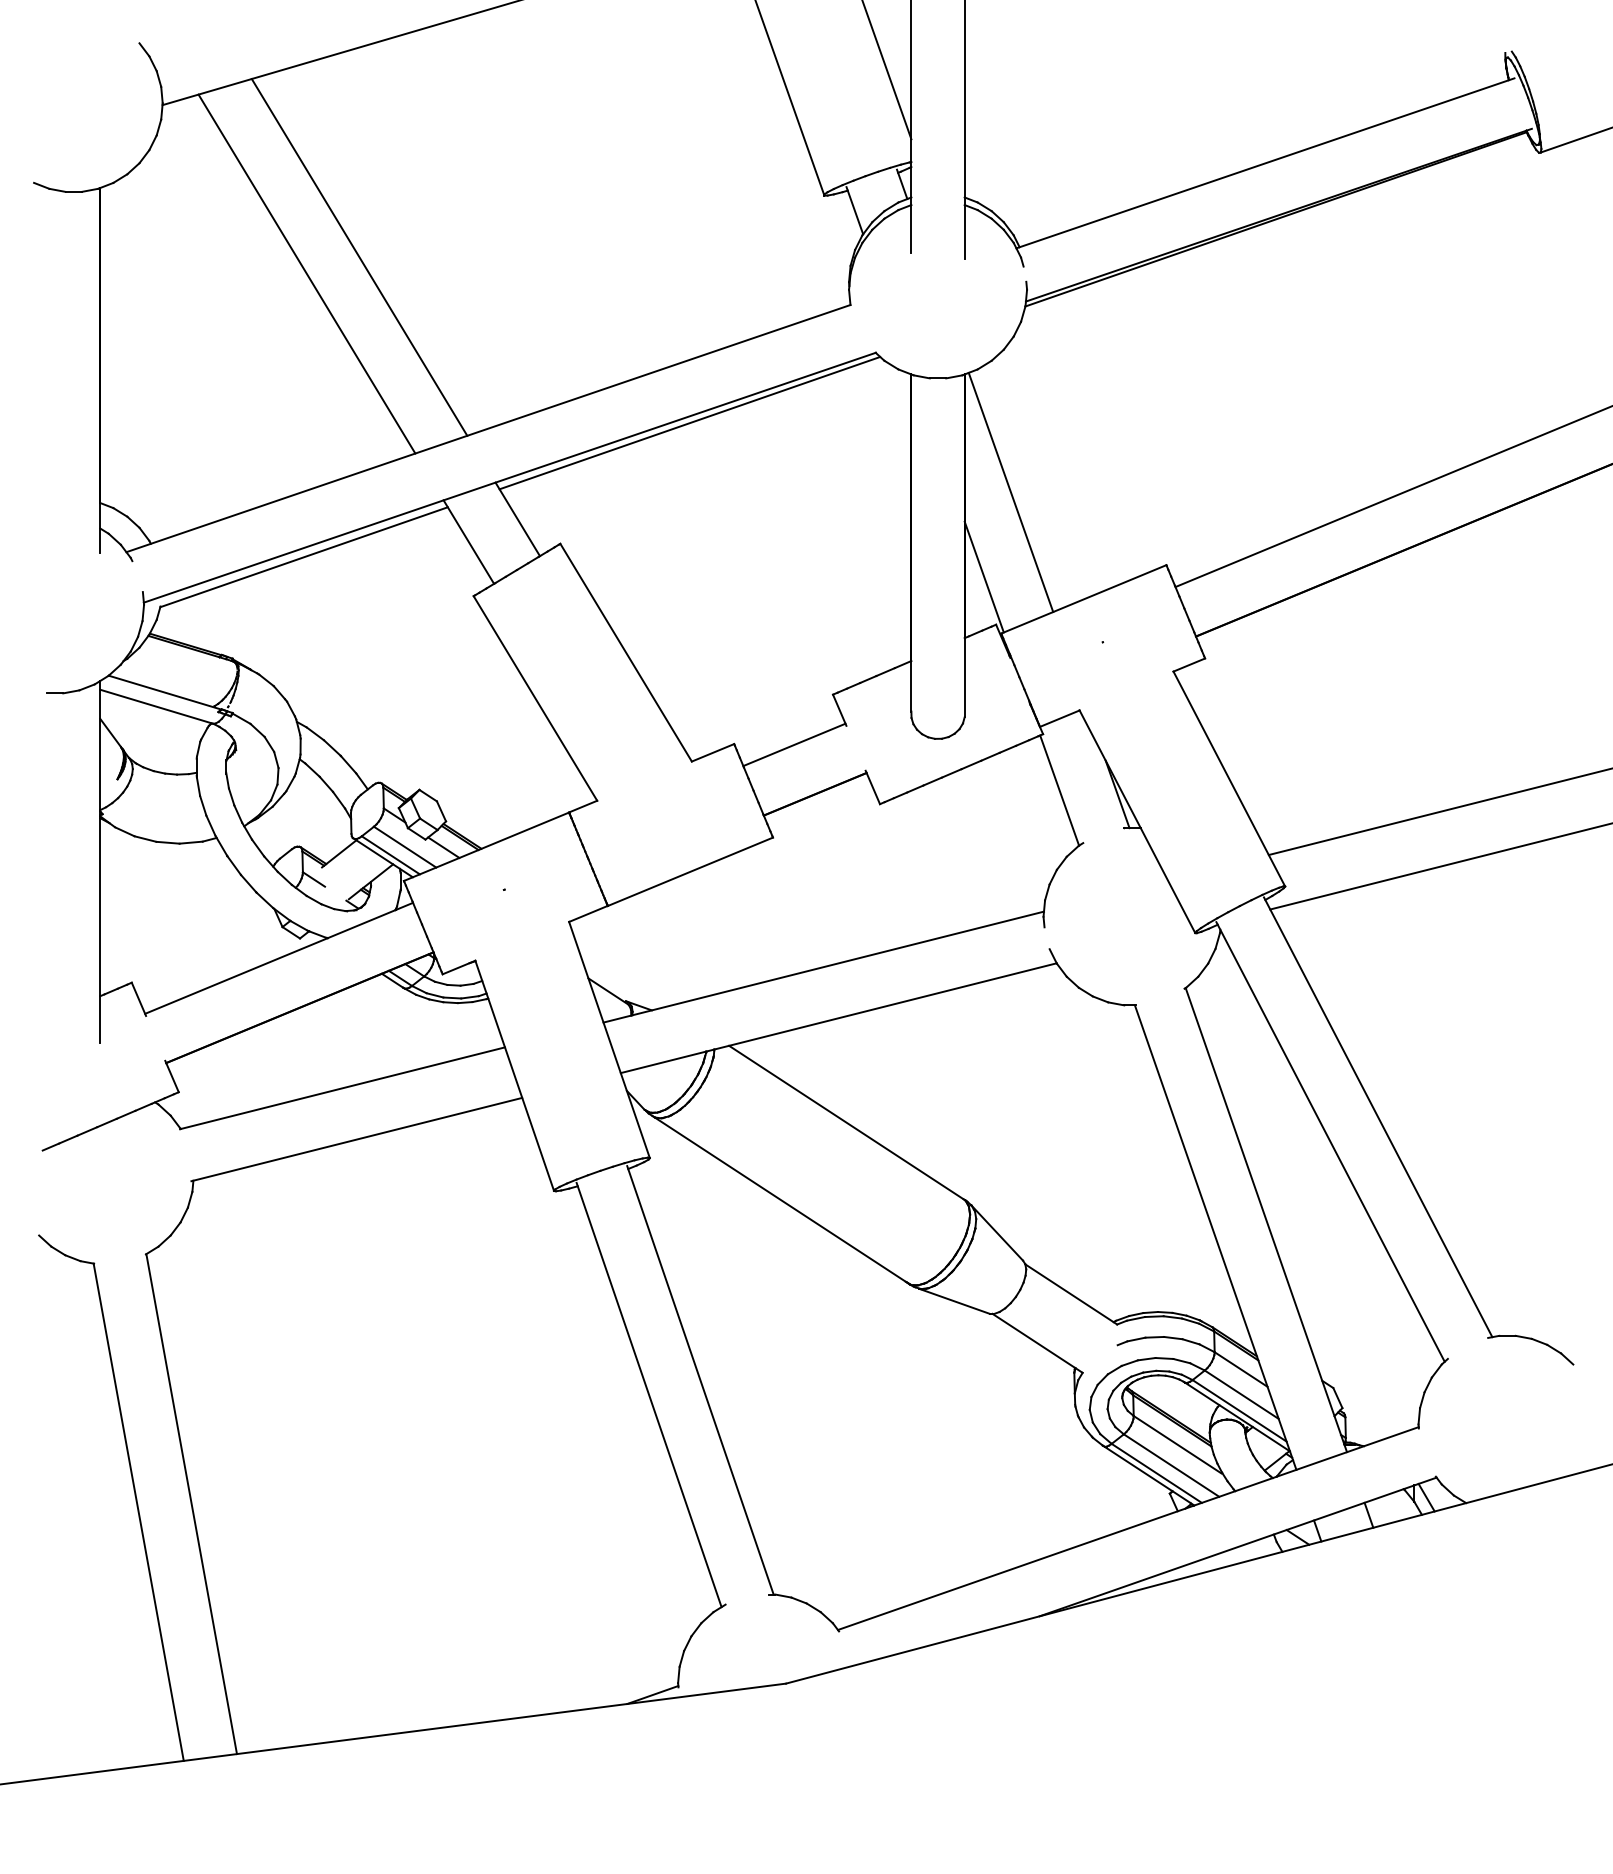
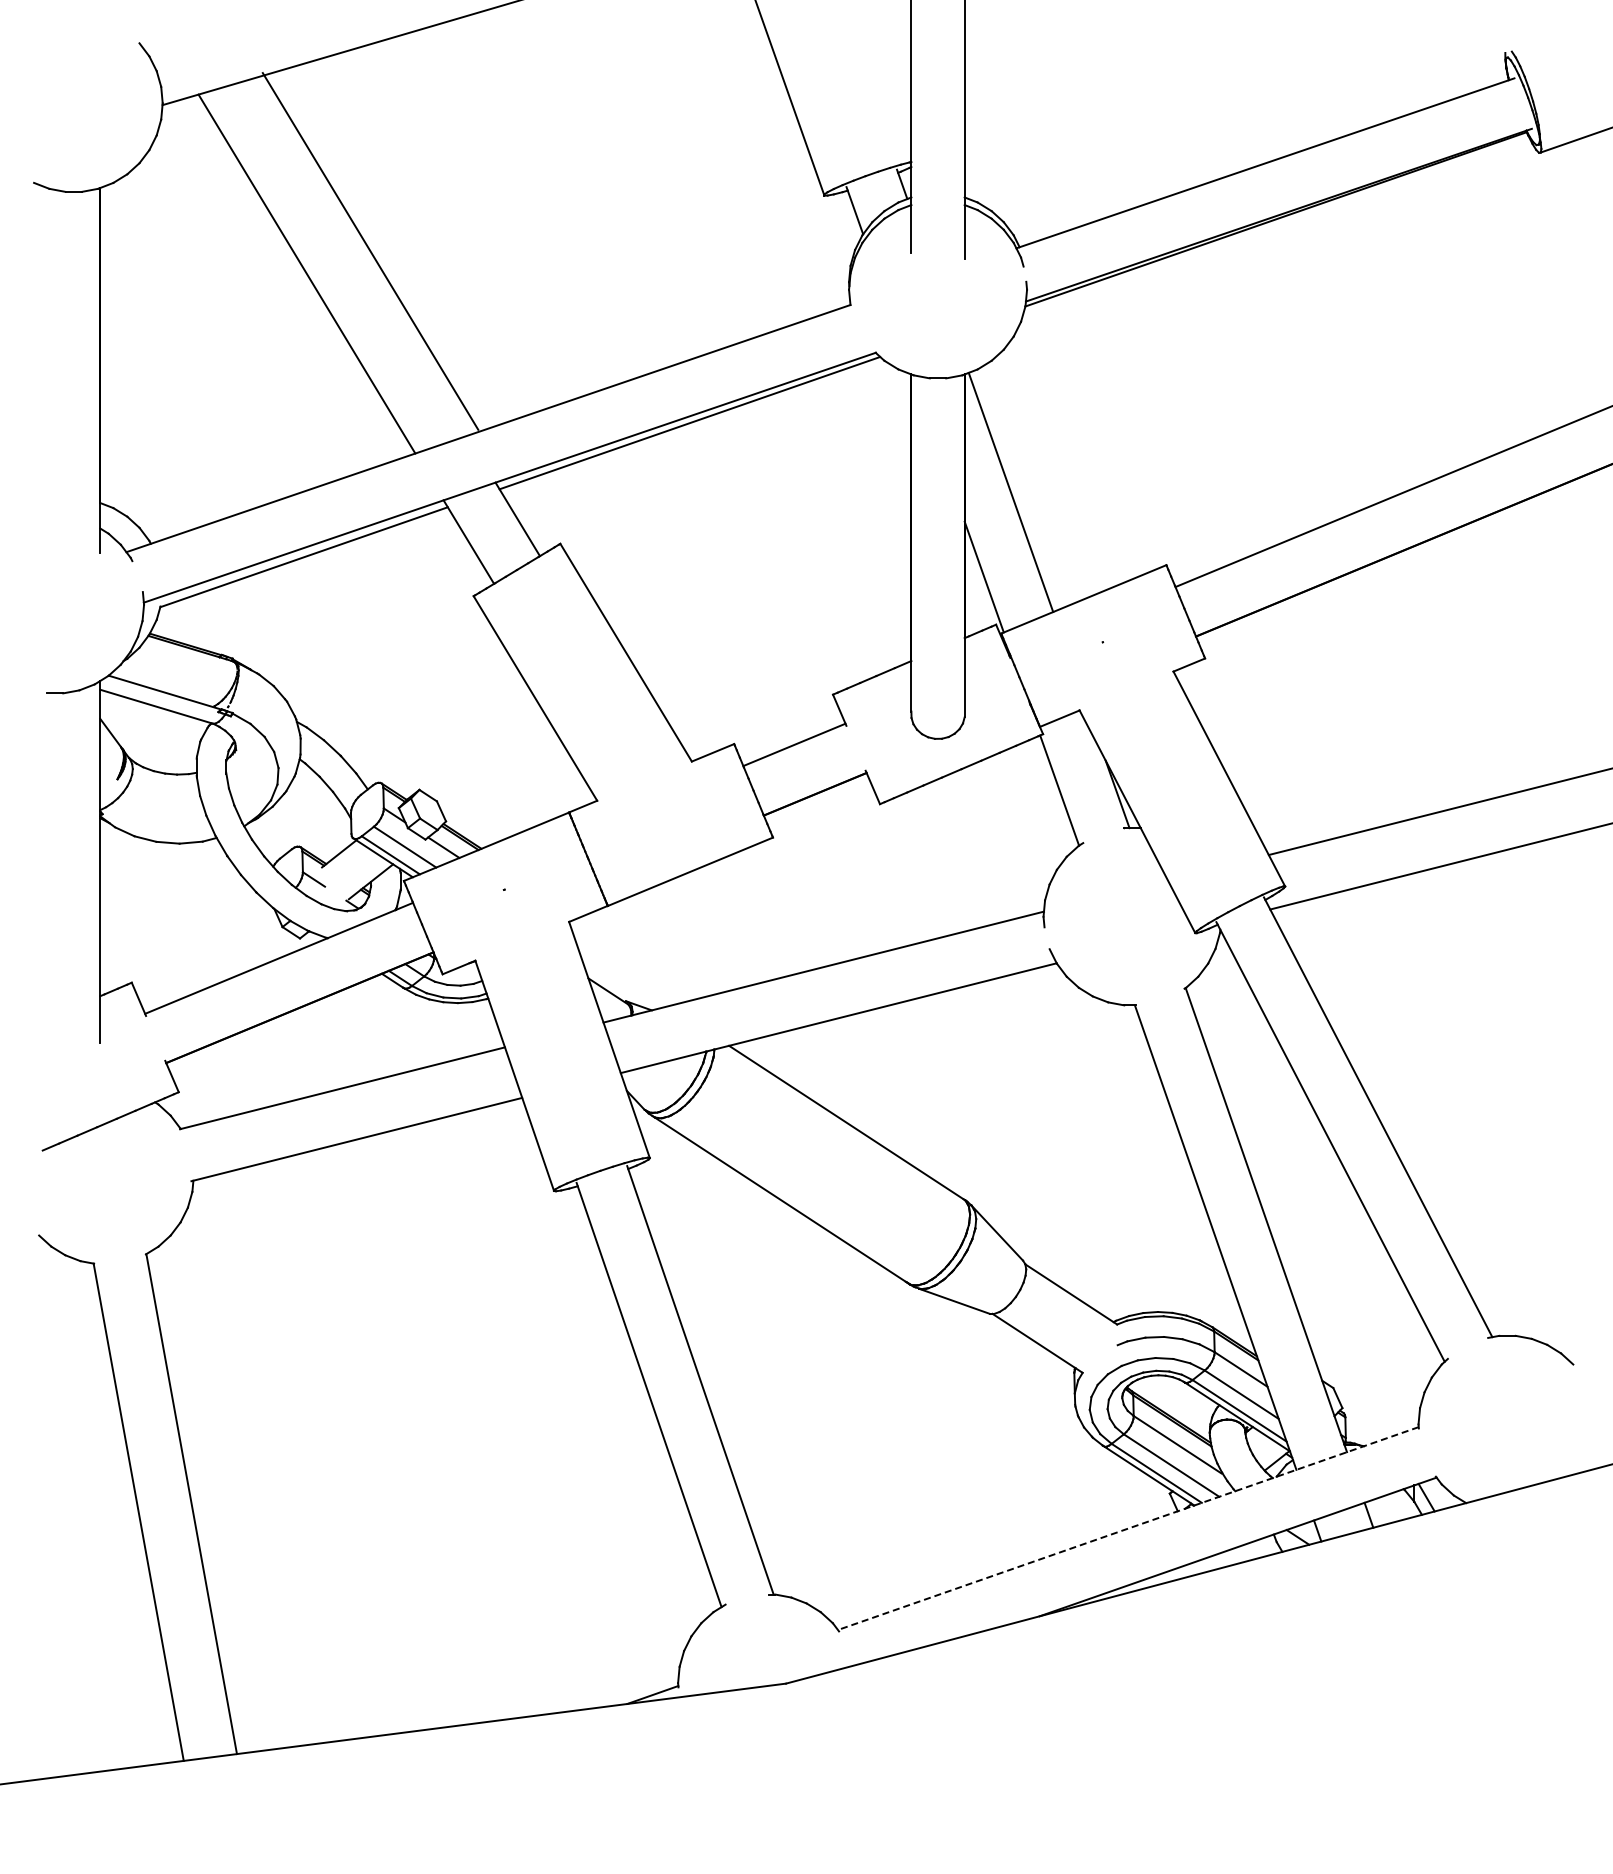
line at (887, 70): present -> none
line at (359, 257) position: (359, 257) -> (370, 251)
line at (1128, 1528): solid -> dashed
